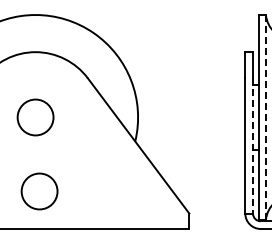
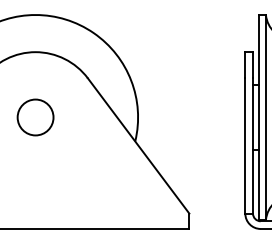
line at (265, 118): dashed -> solid
line at (253, 145): dashed -> solid
circle at (39, 191): present -> none
